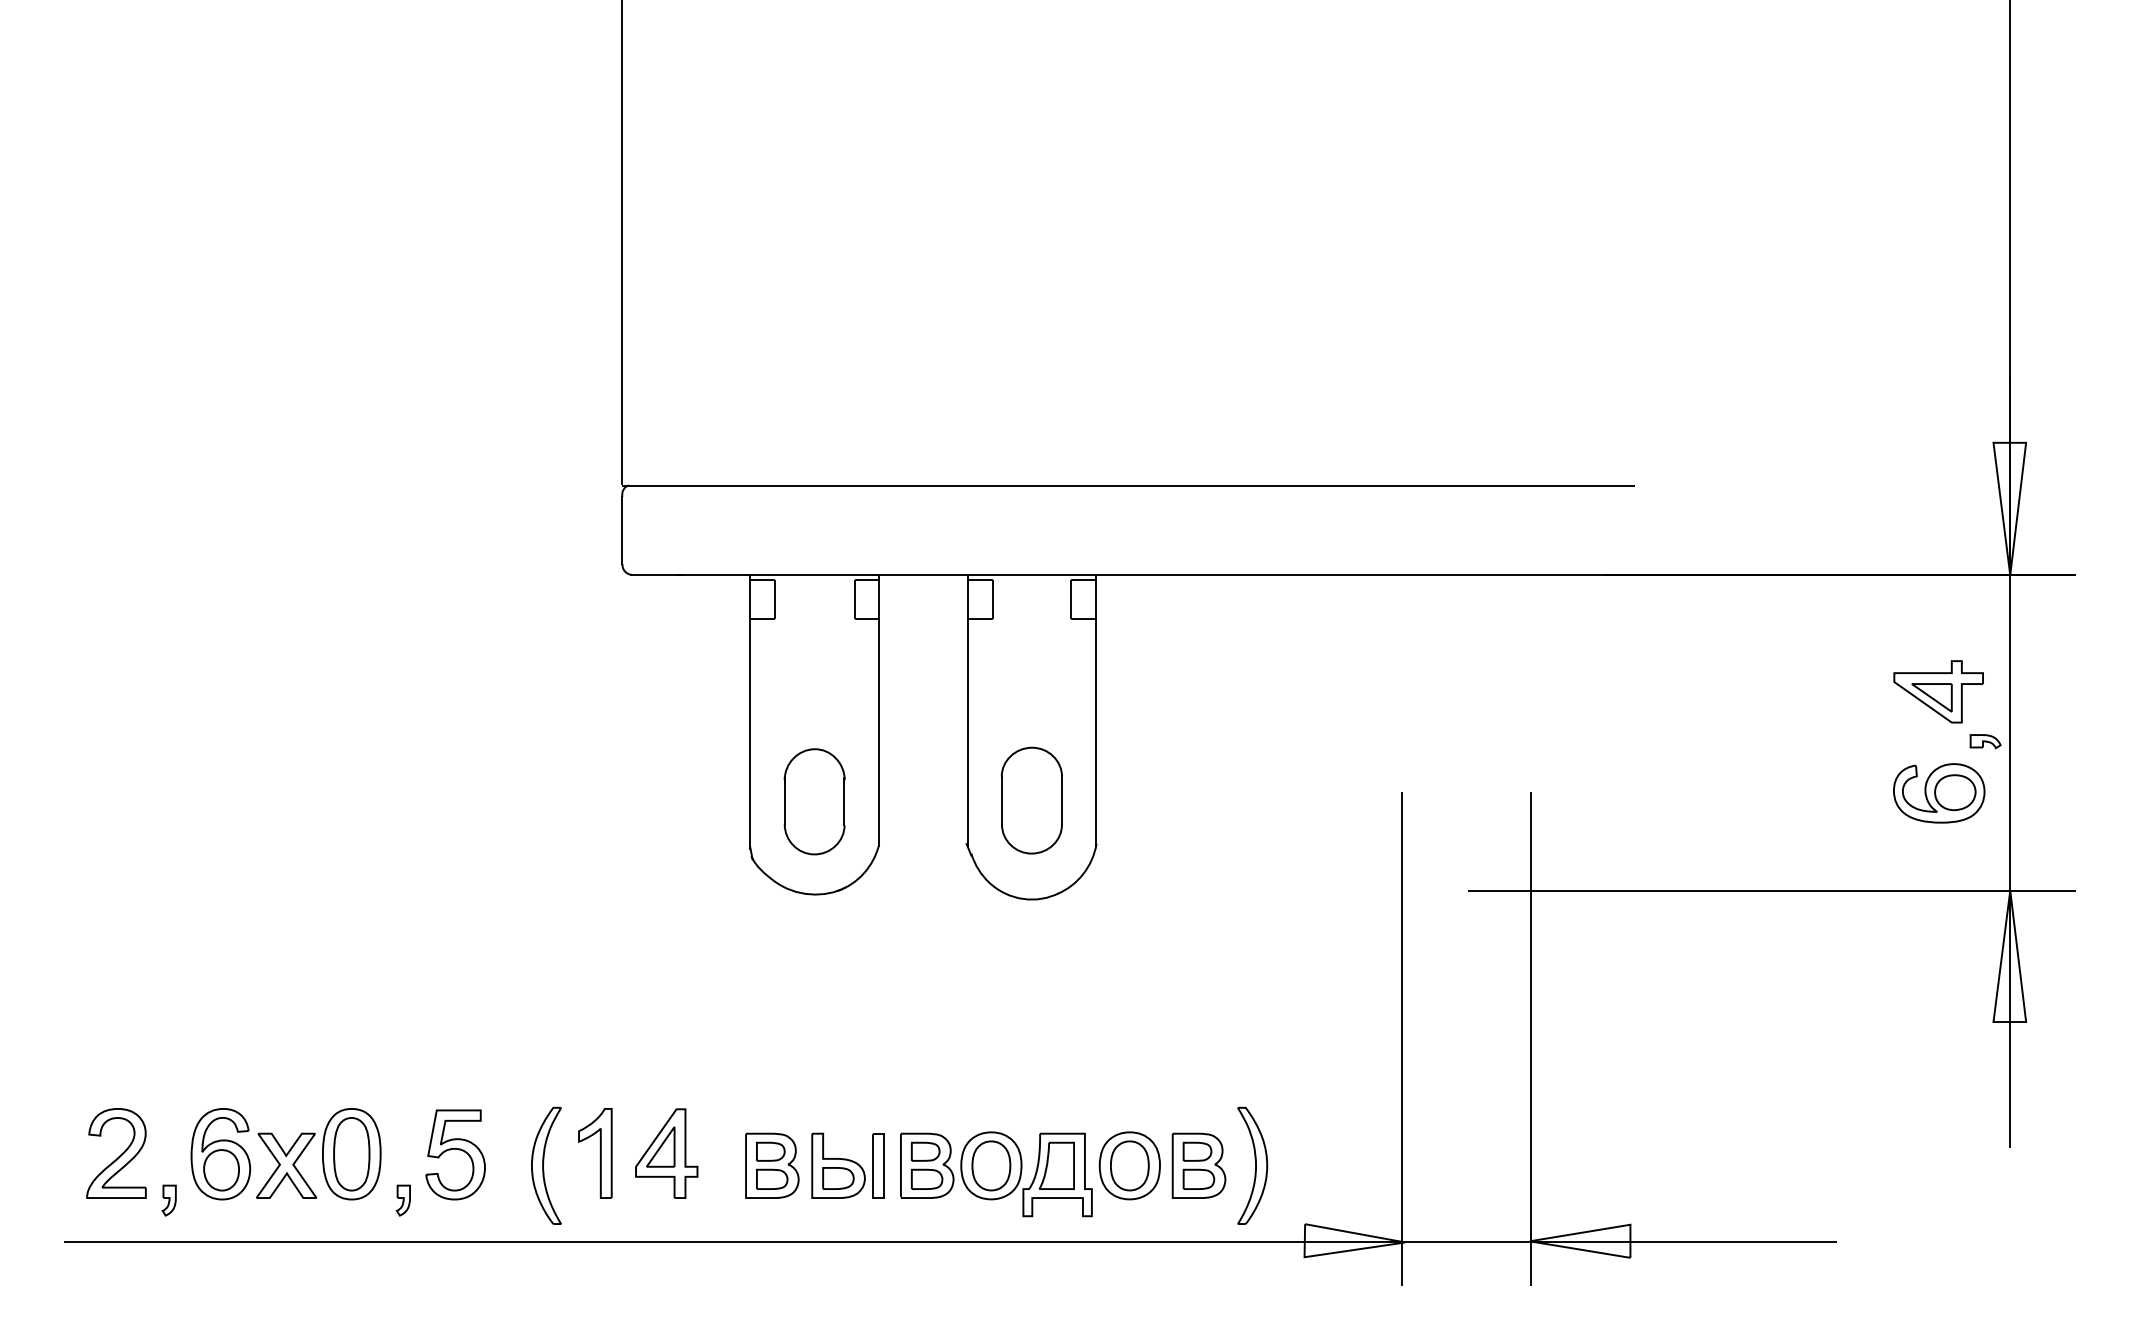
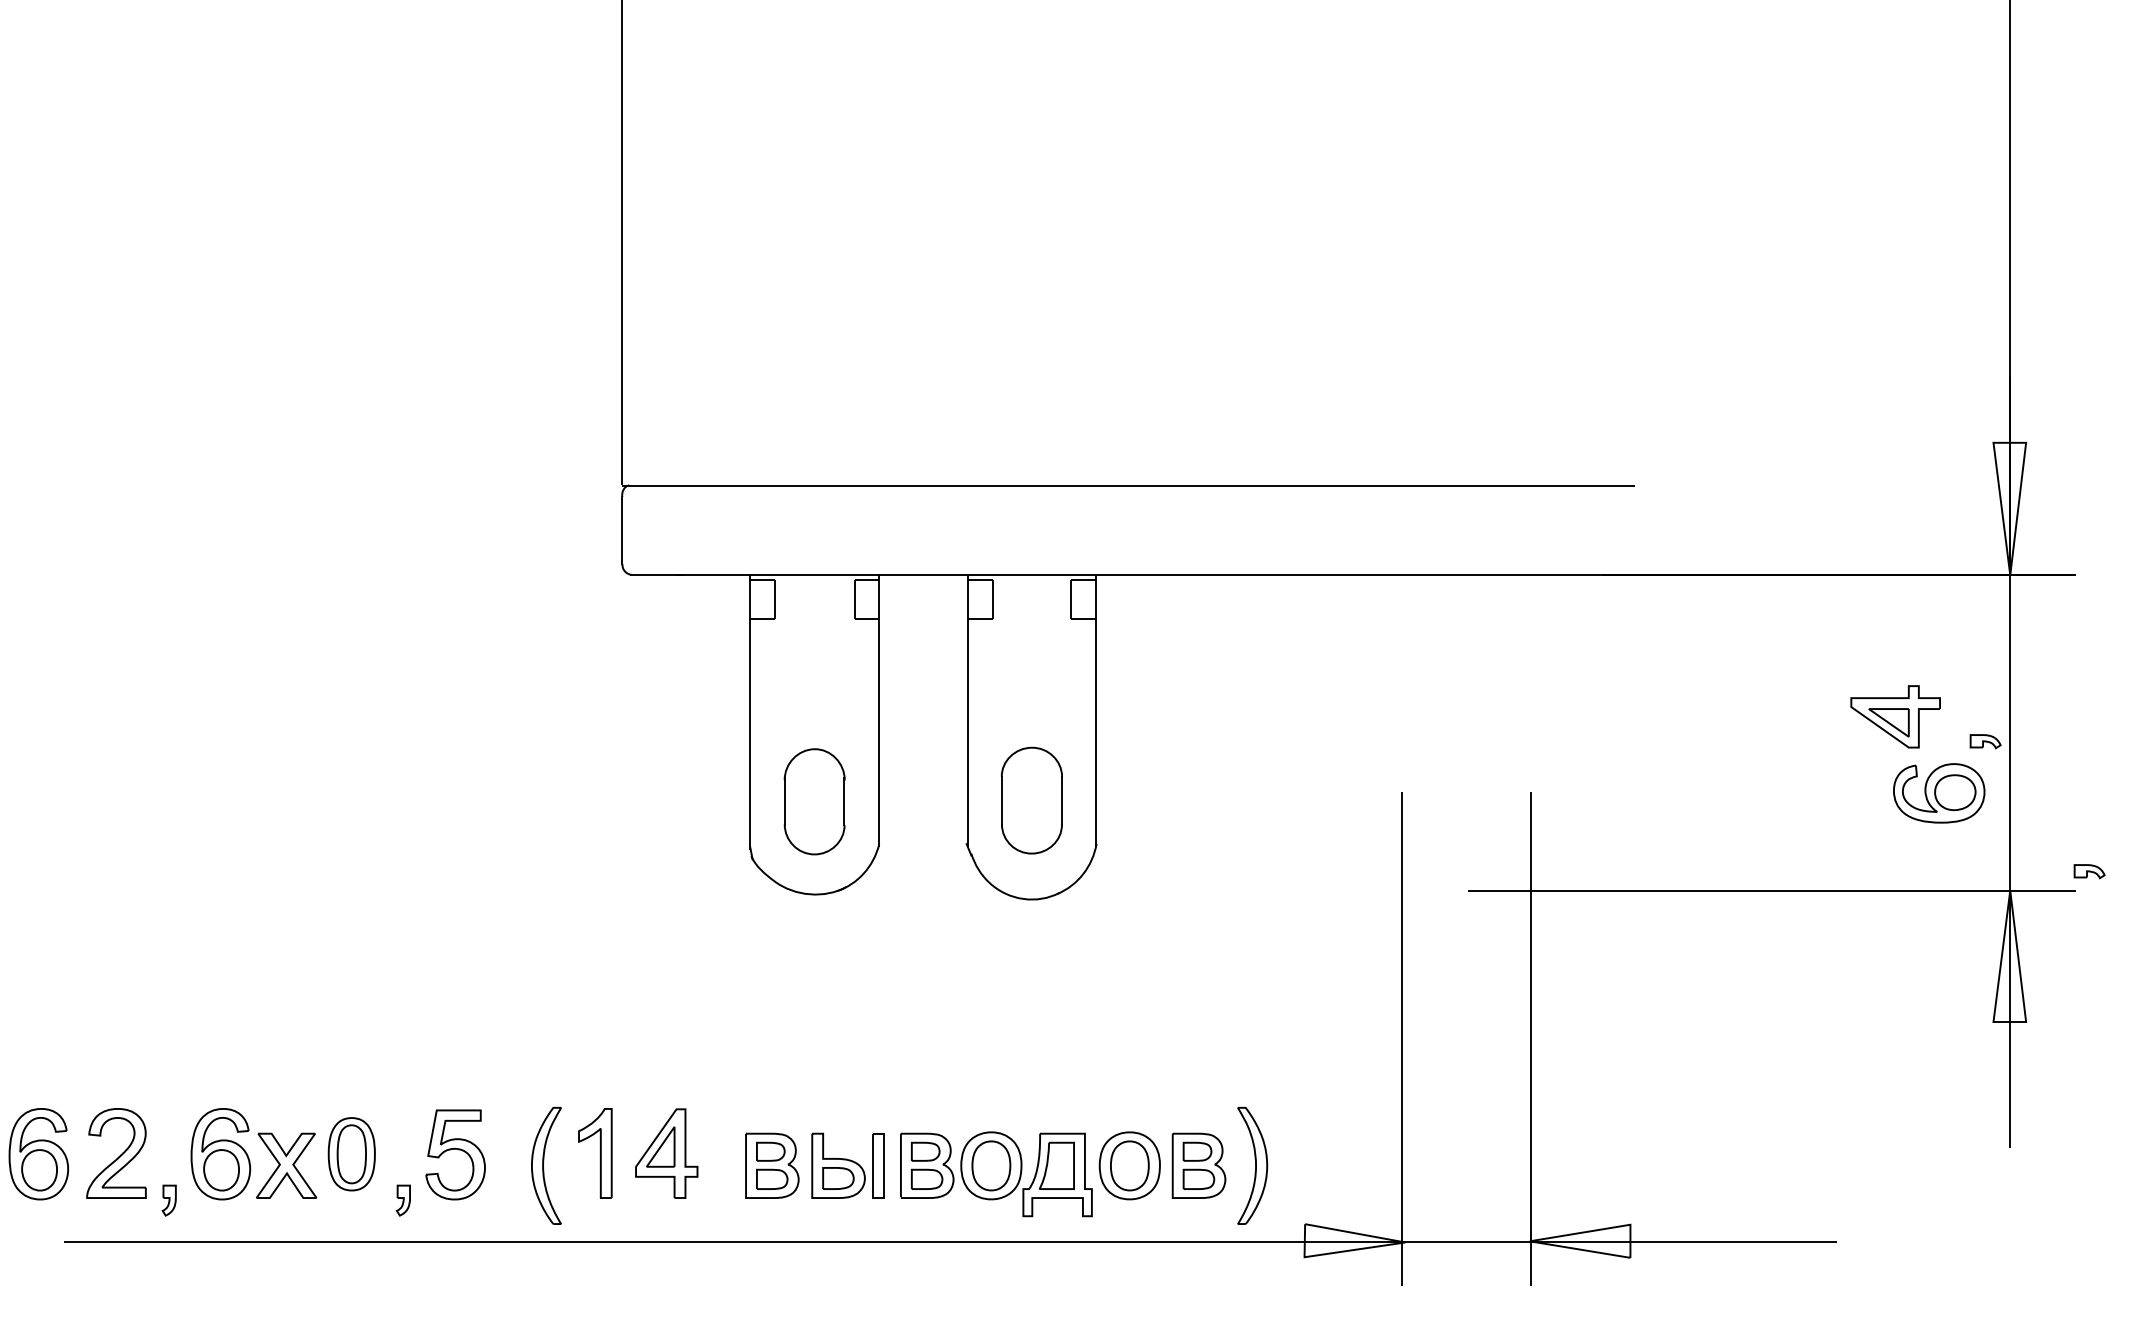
part at (1938, 691) position: (1938, 691) -> (1895, 716)
part at (2089, 871): none -> present
part at (38, 1154): none -> present
part at (351, 1154) size: 60x93 px -> 49x75 px
